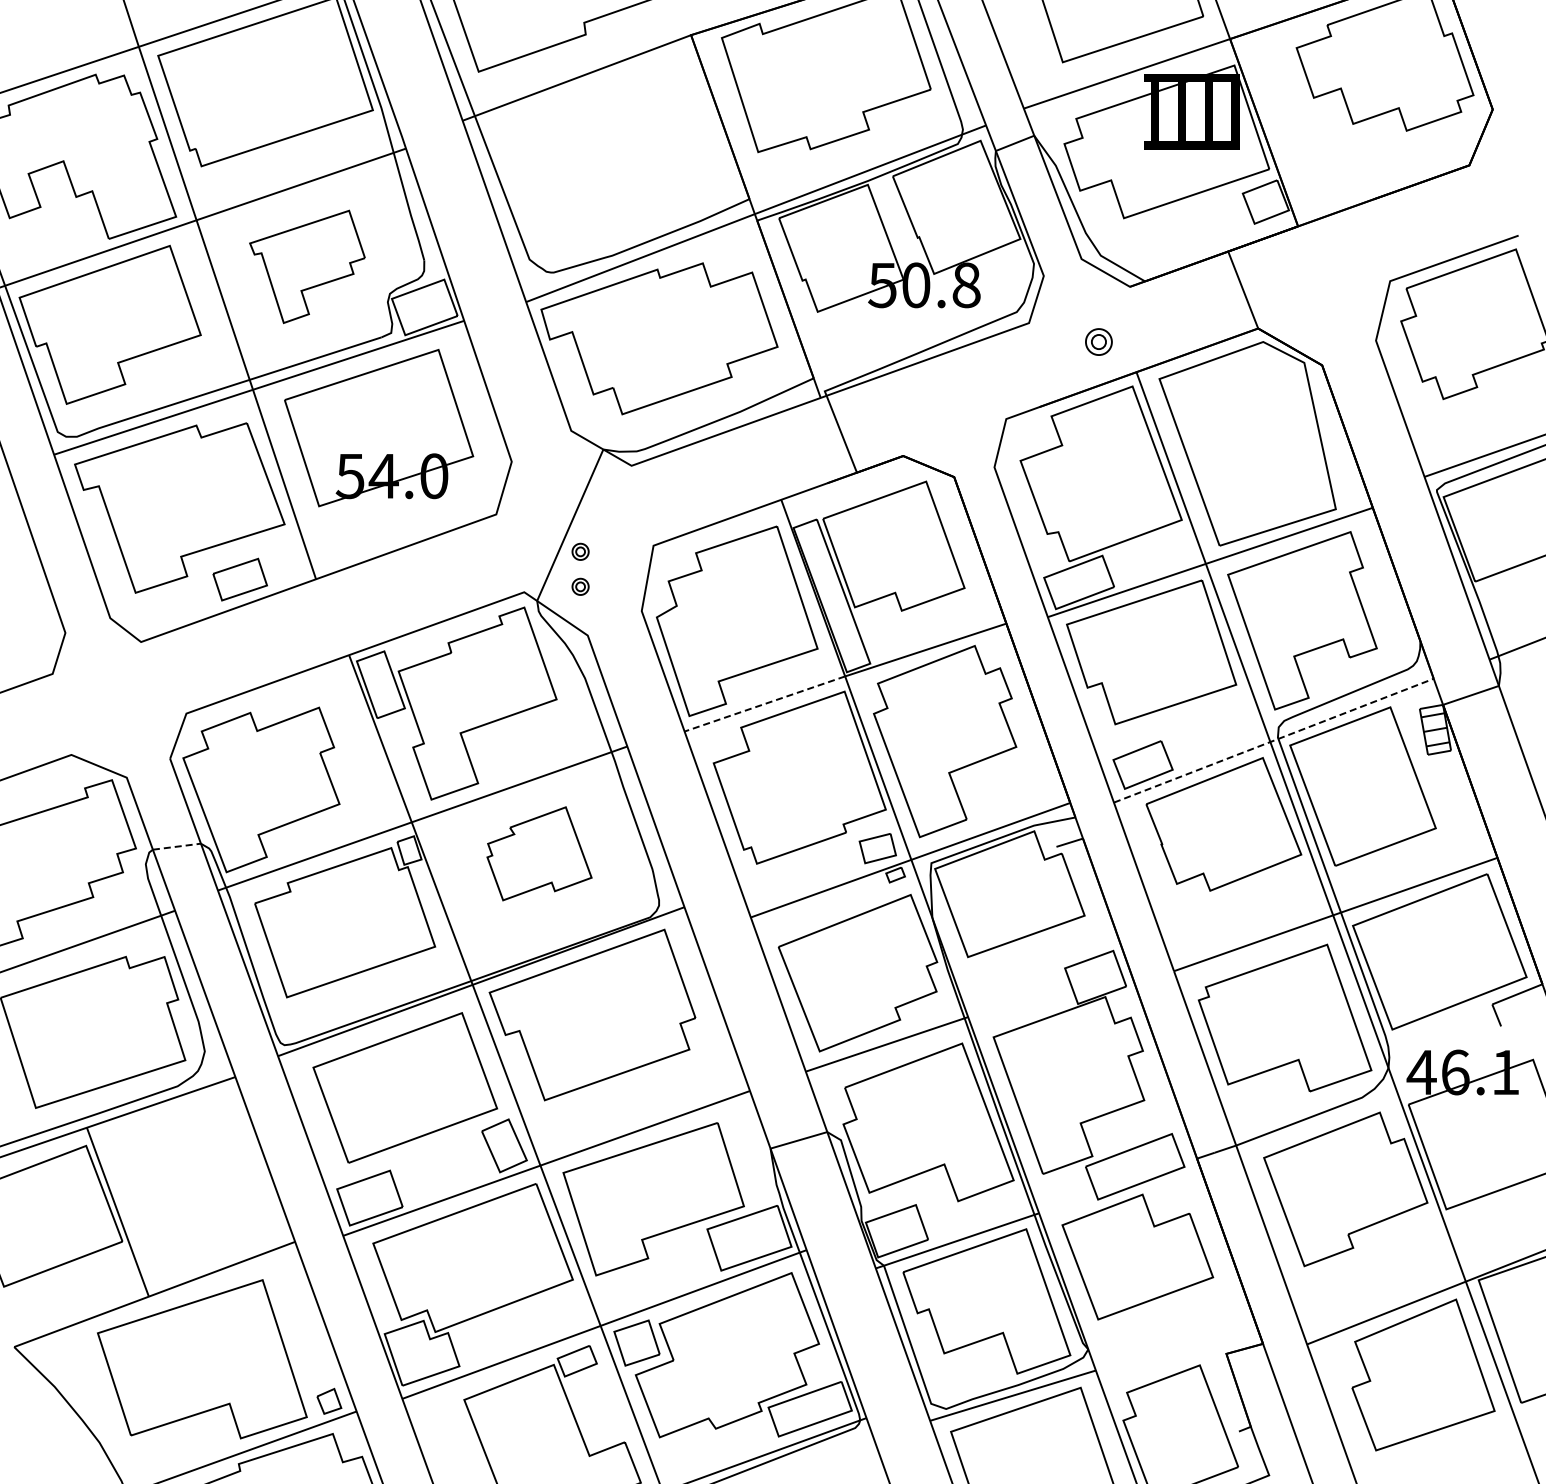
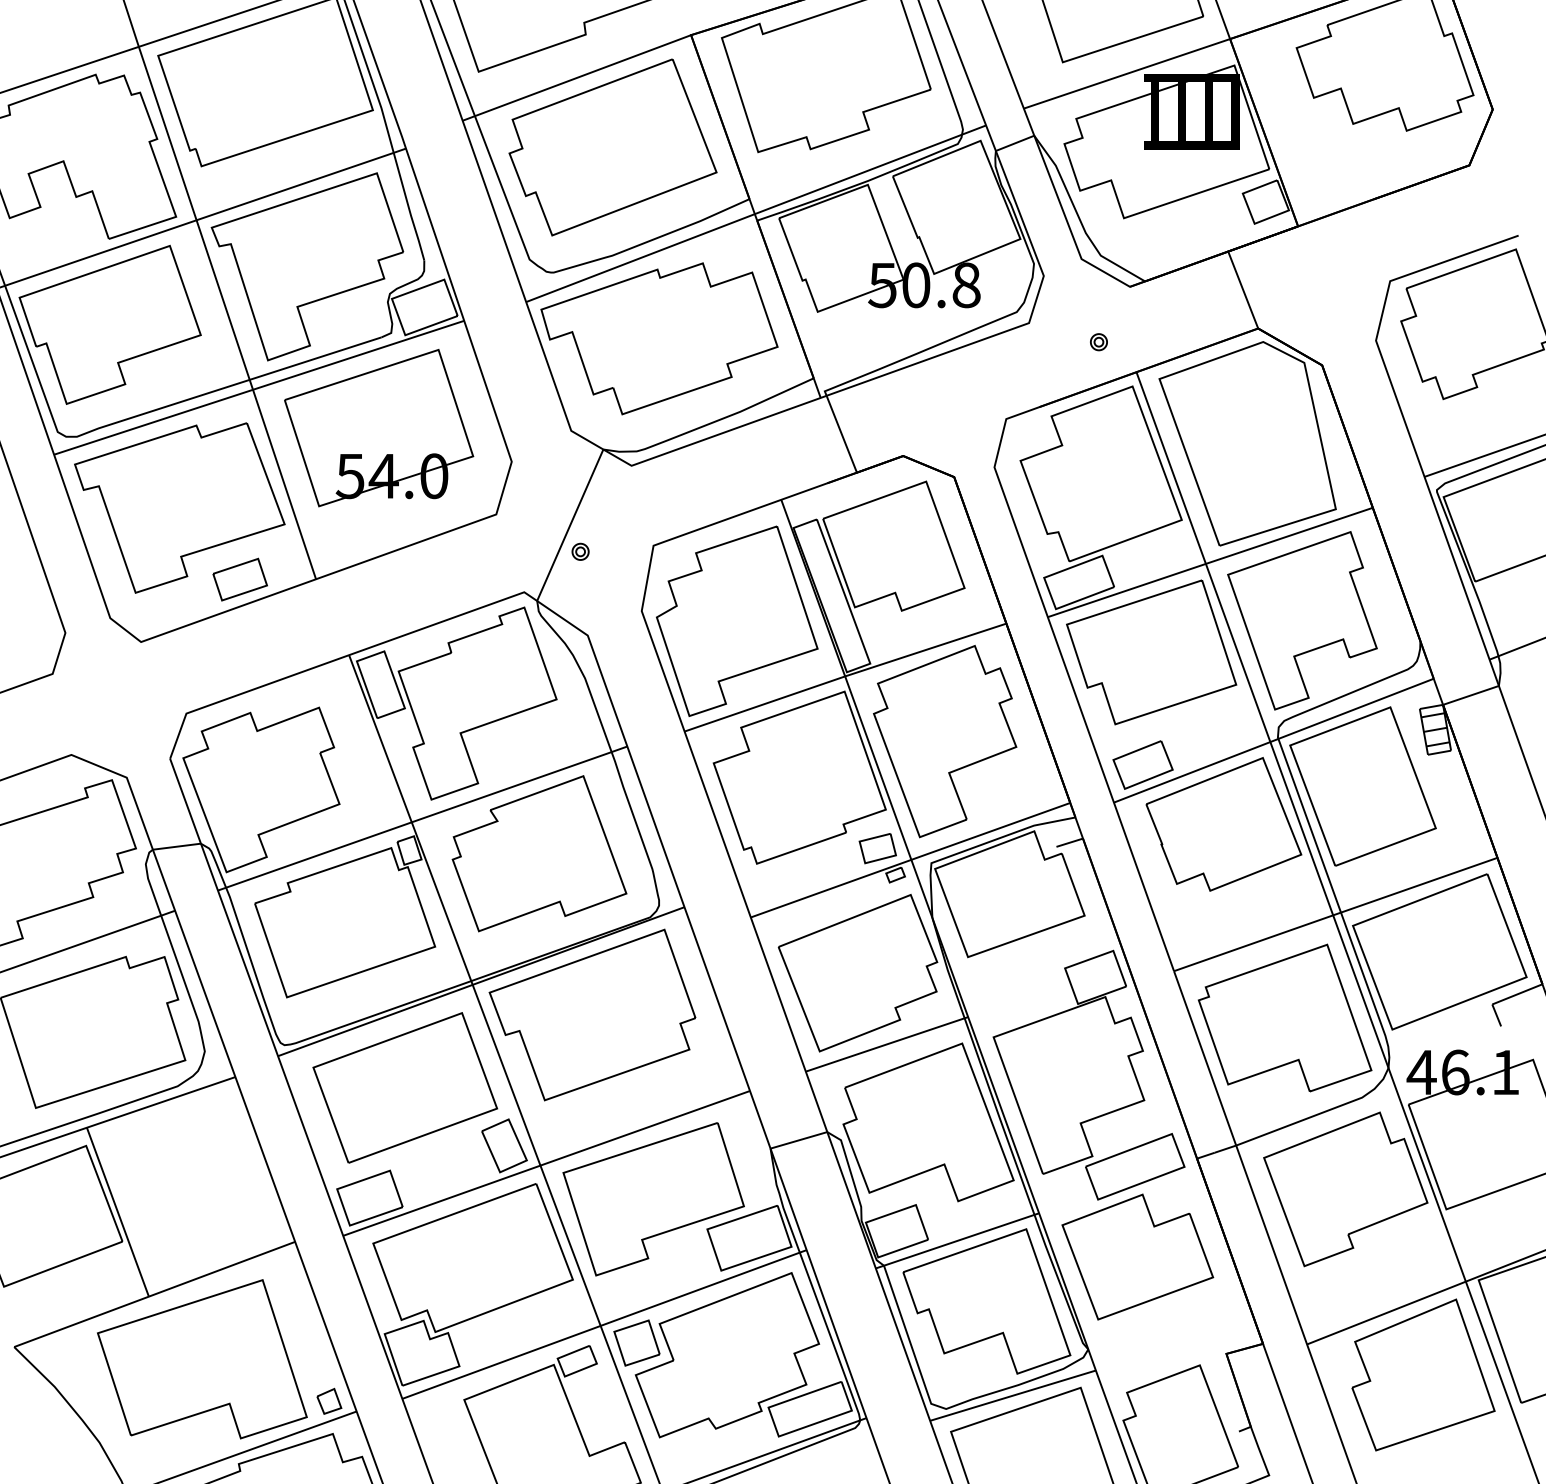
part at (612, 147): none -> present
part at (307, 266) size: 117x115 px -> 195x190 px
part at (1098, 341) size: 28x28 px -> 18x19 px
part at (580, 586): present -> none
line at (764, 703): dashed -> solid
line at (1274, 740): dashed -> solid
line at (177, 846): dashed -> solid
part at (539, 853) size: 107x96 px -> 177x158 px
